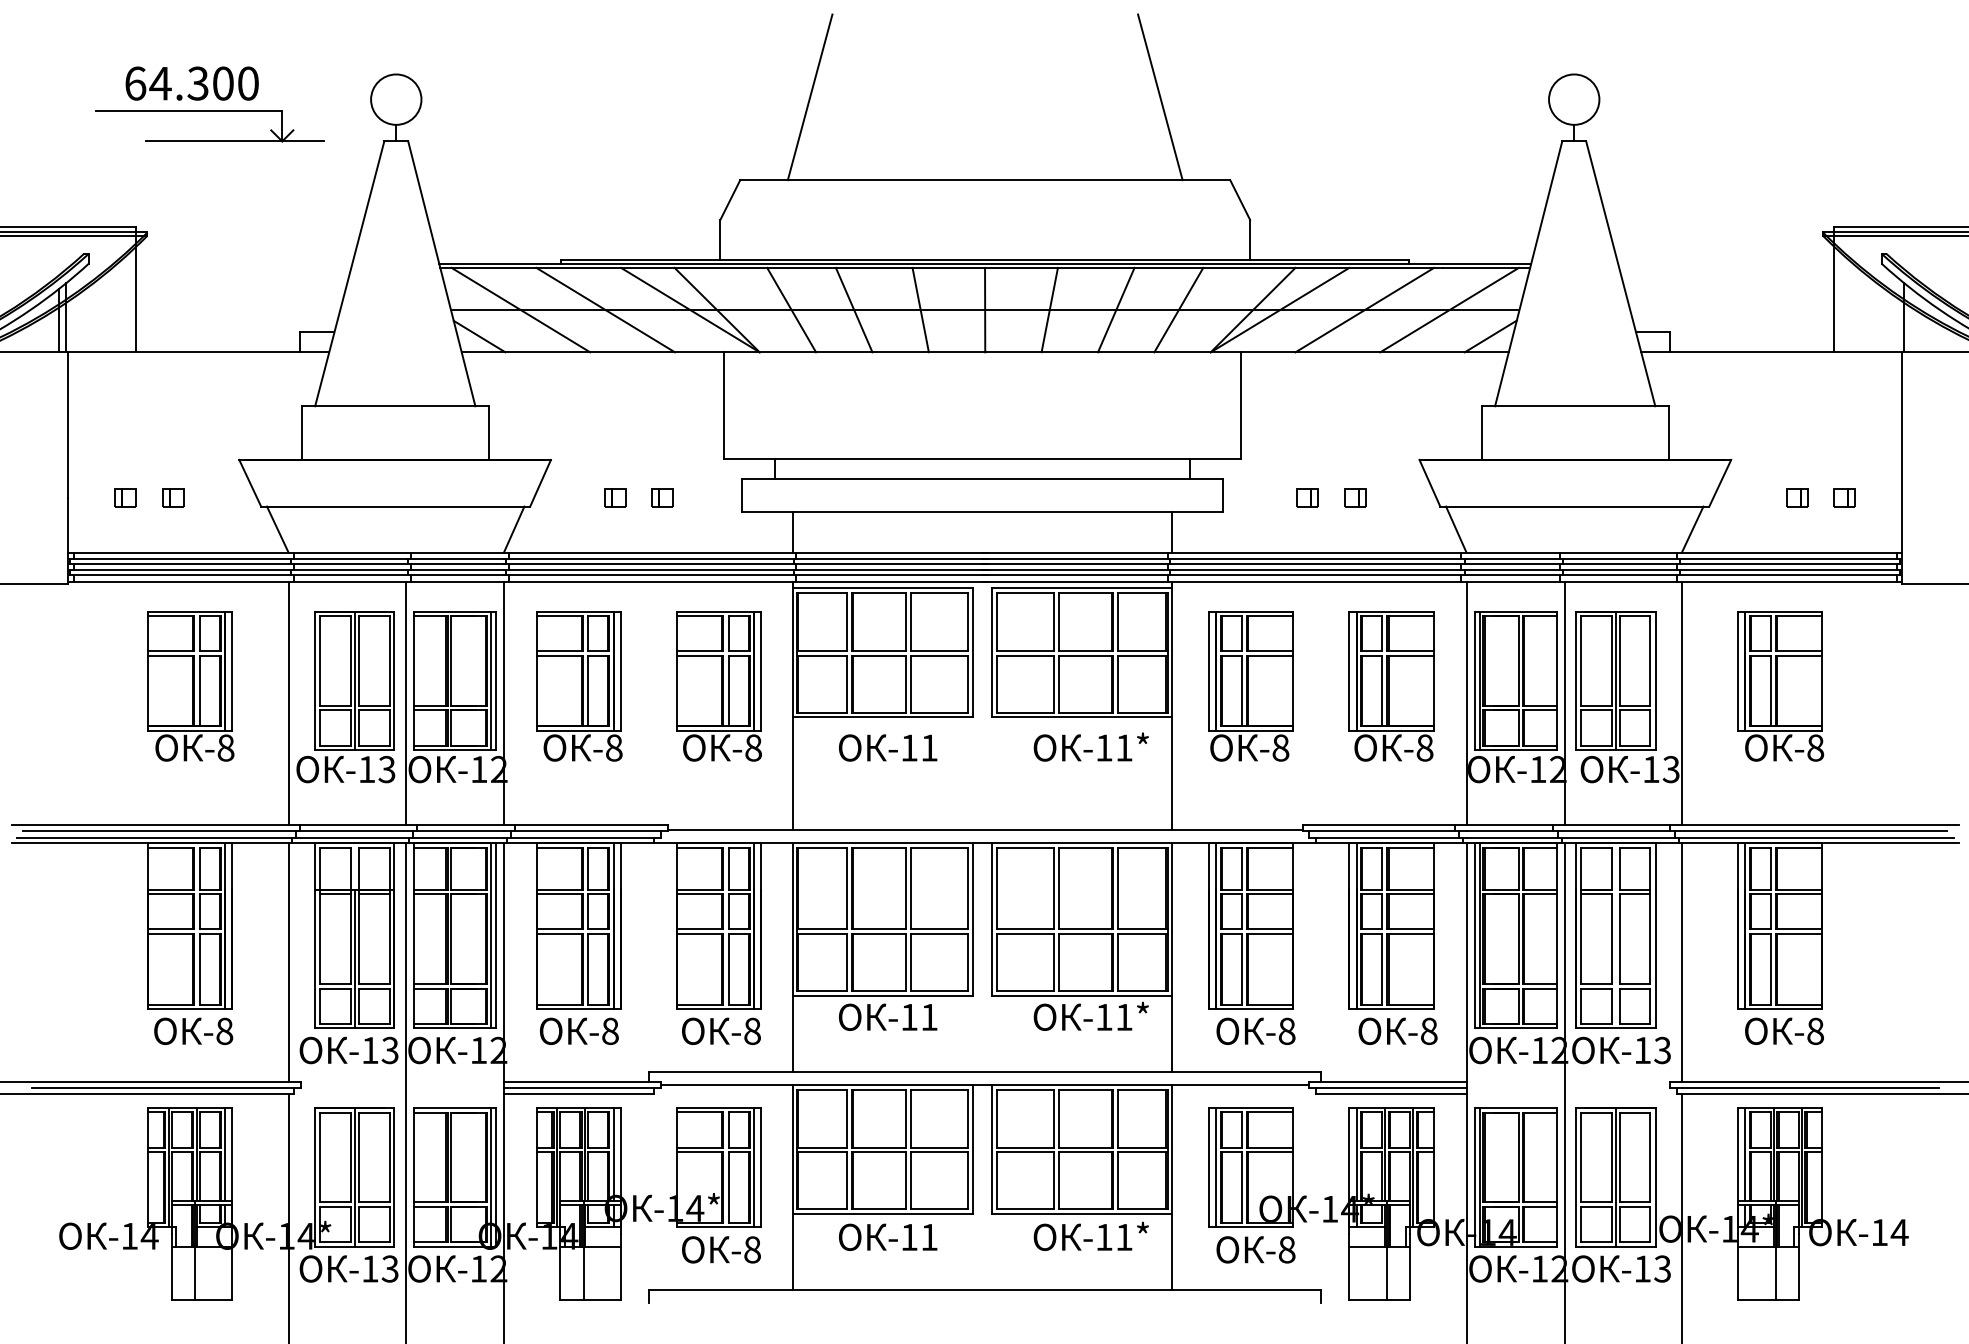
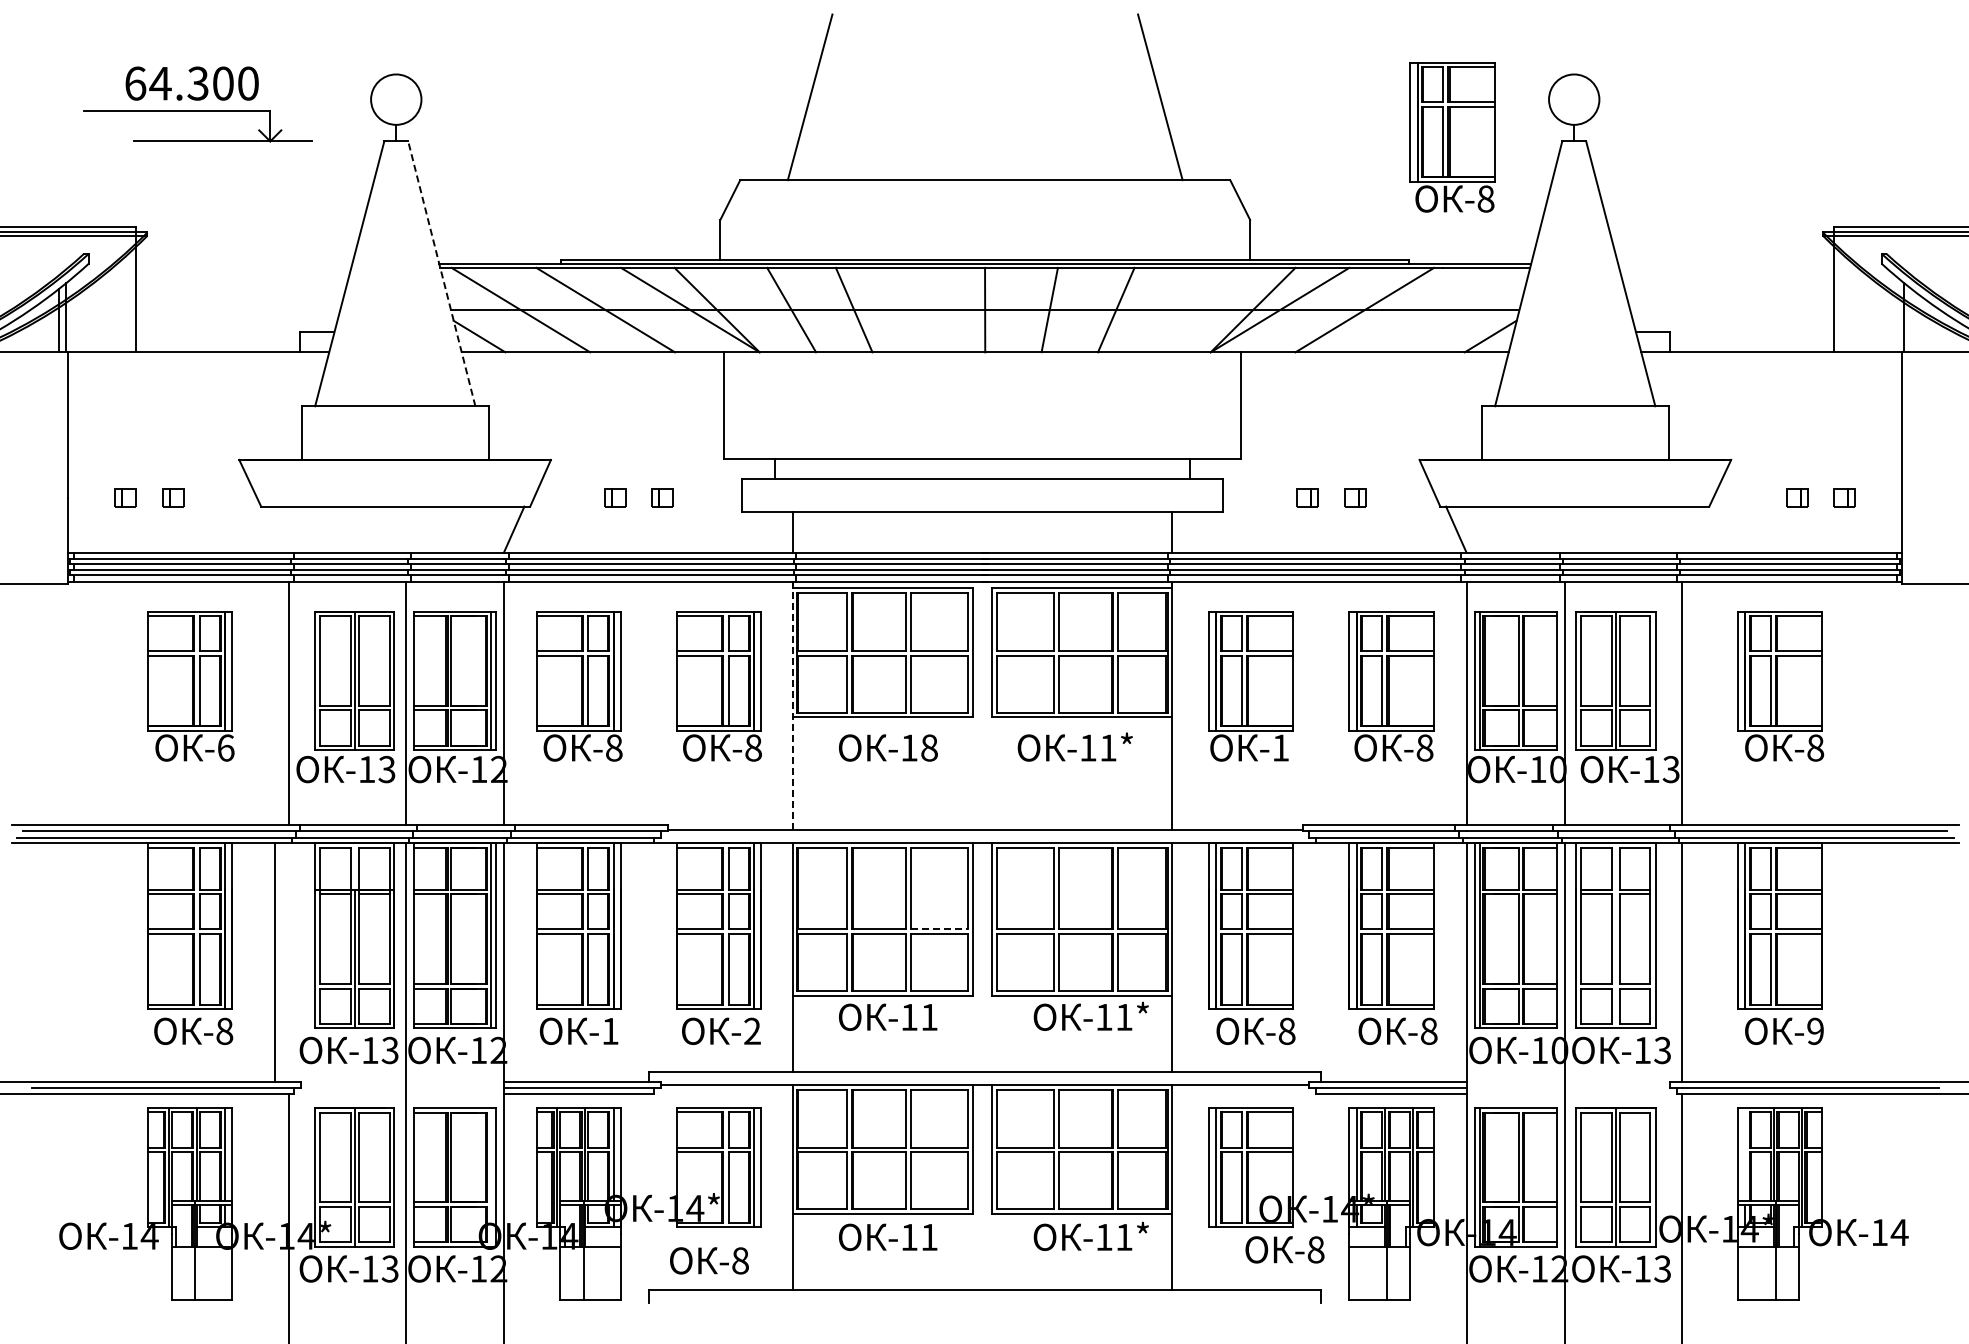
part at (1452, 137): none -> present
part at (209, 140) position: (209, 140) -> (197, 140)
line at (441, 273): solid -> dashed
line at (920, 309): present -> none
line at (1178, 309): present -> none
line at (1449, 309): present -> none
line at (277, 529): present -> none
line at (1692, 529): present -> none
line at (792, 705): solid -> dashed
text at (1090, 746) position: (1090, 746) -> (1074, 746)
text at (225, 747): -8 -> -6
text at (929, 747): -11 -> -18
text at (1280, 747): -8 -> -1
text at (1558, 769): -12 -> -10
line at (940, 929): solid -> dashed
line at (288, 962) position: (288, 962) -> (274, 962)
text at (752, 1030): -8 -> -2
text at (1815, 1030): -8 -> -9
text at (610, 1031): -8 -> -1
text at (1559, 1050): -12 -> -10
line at (1745, 1154): present -> none
line at (490, 1177): present -> none
text at (721, 1249) position: (721, 1249) -> (709, 1260)
text at (1255, 1249) position: (1255, 1249) -> (1284, 1249)
